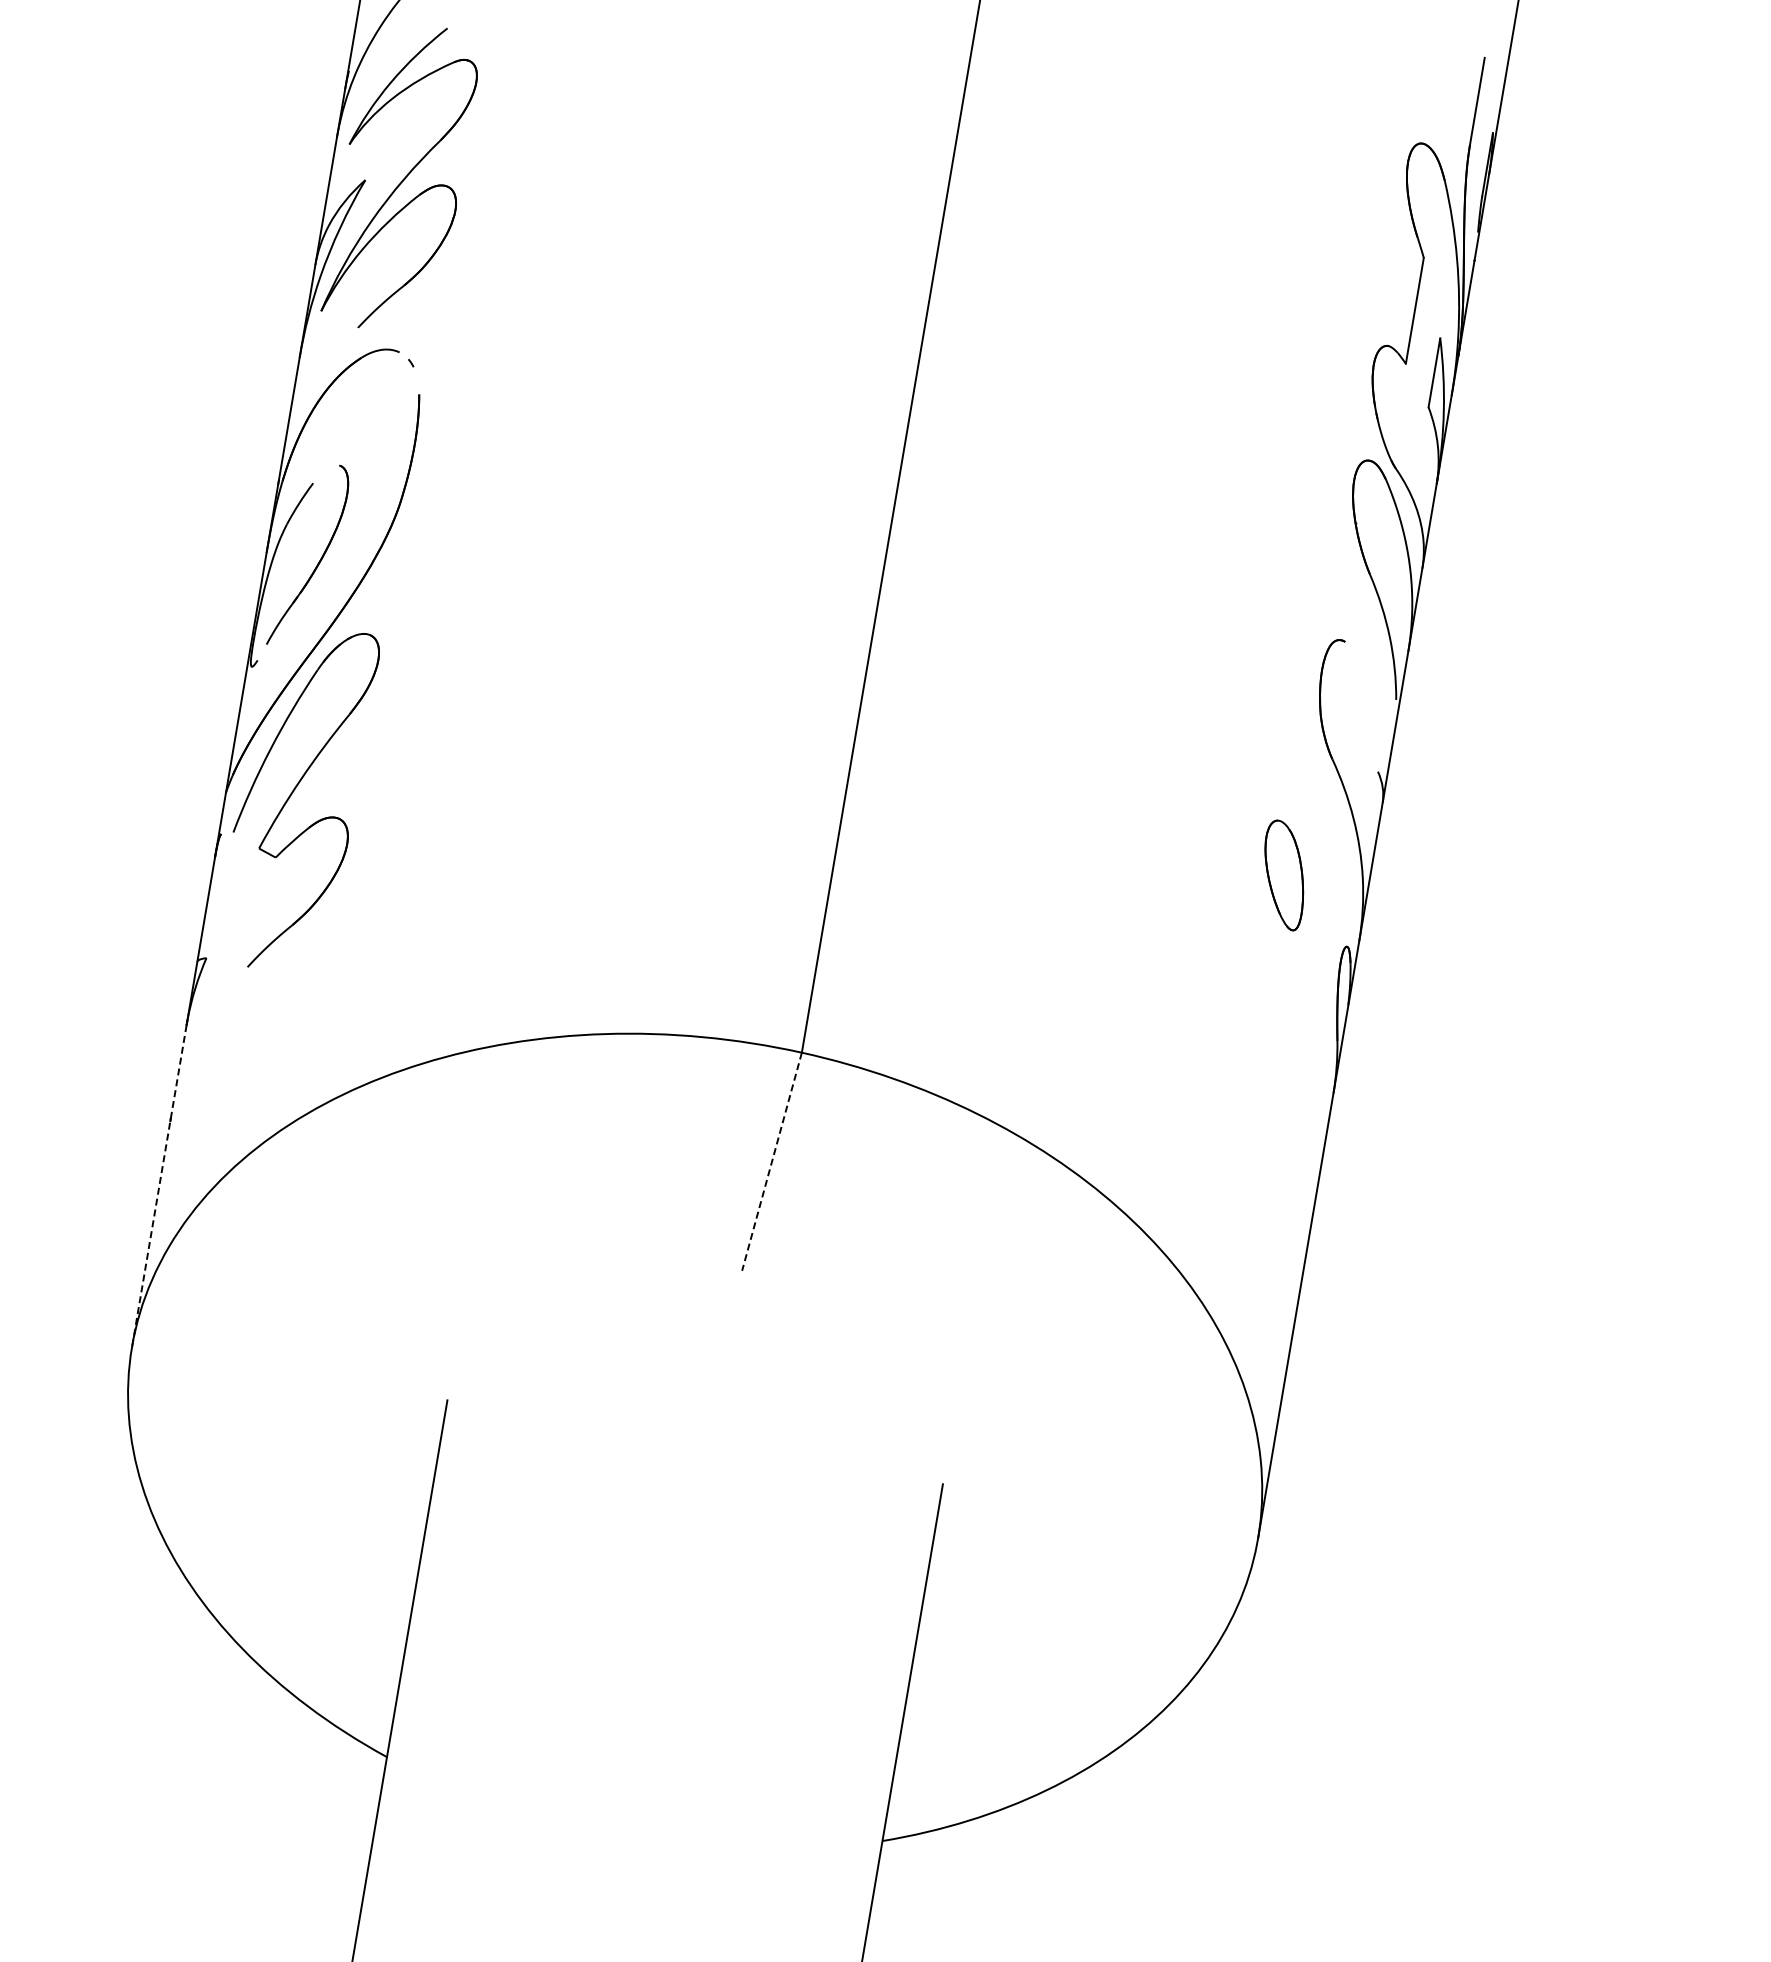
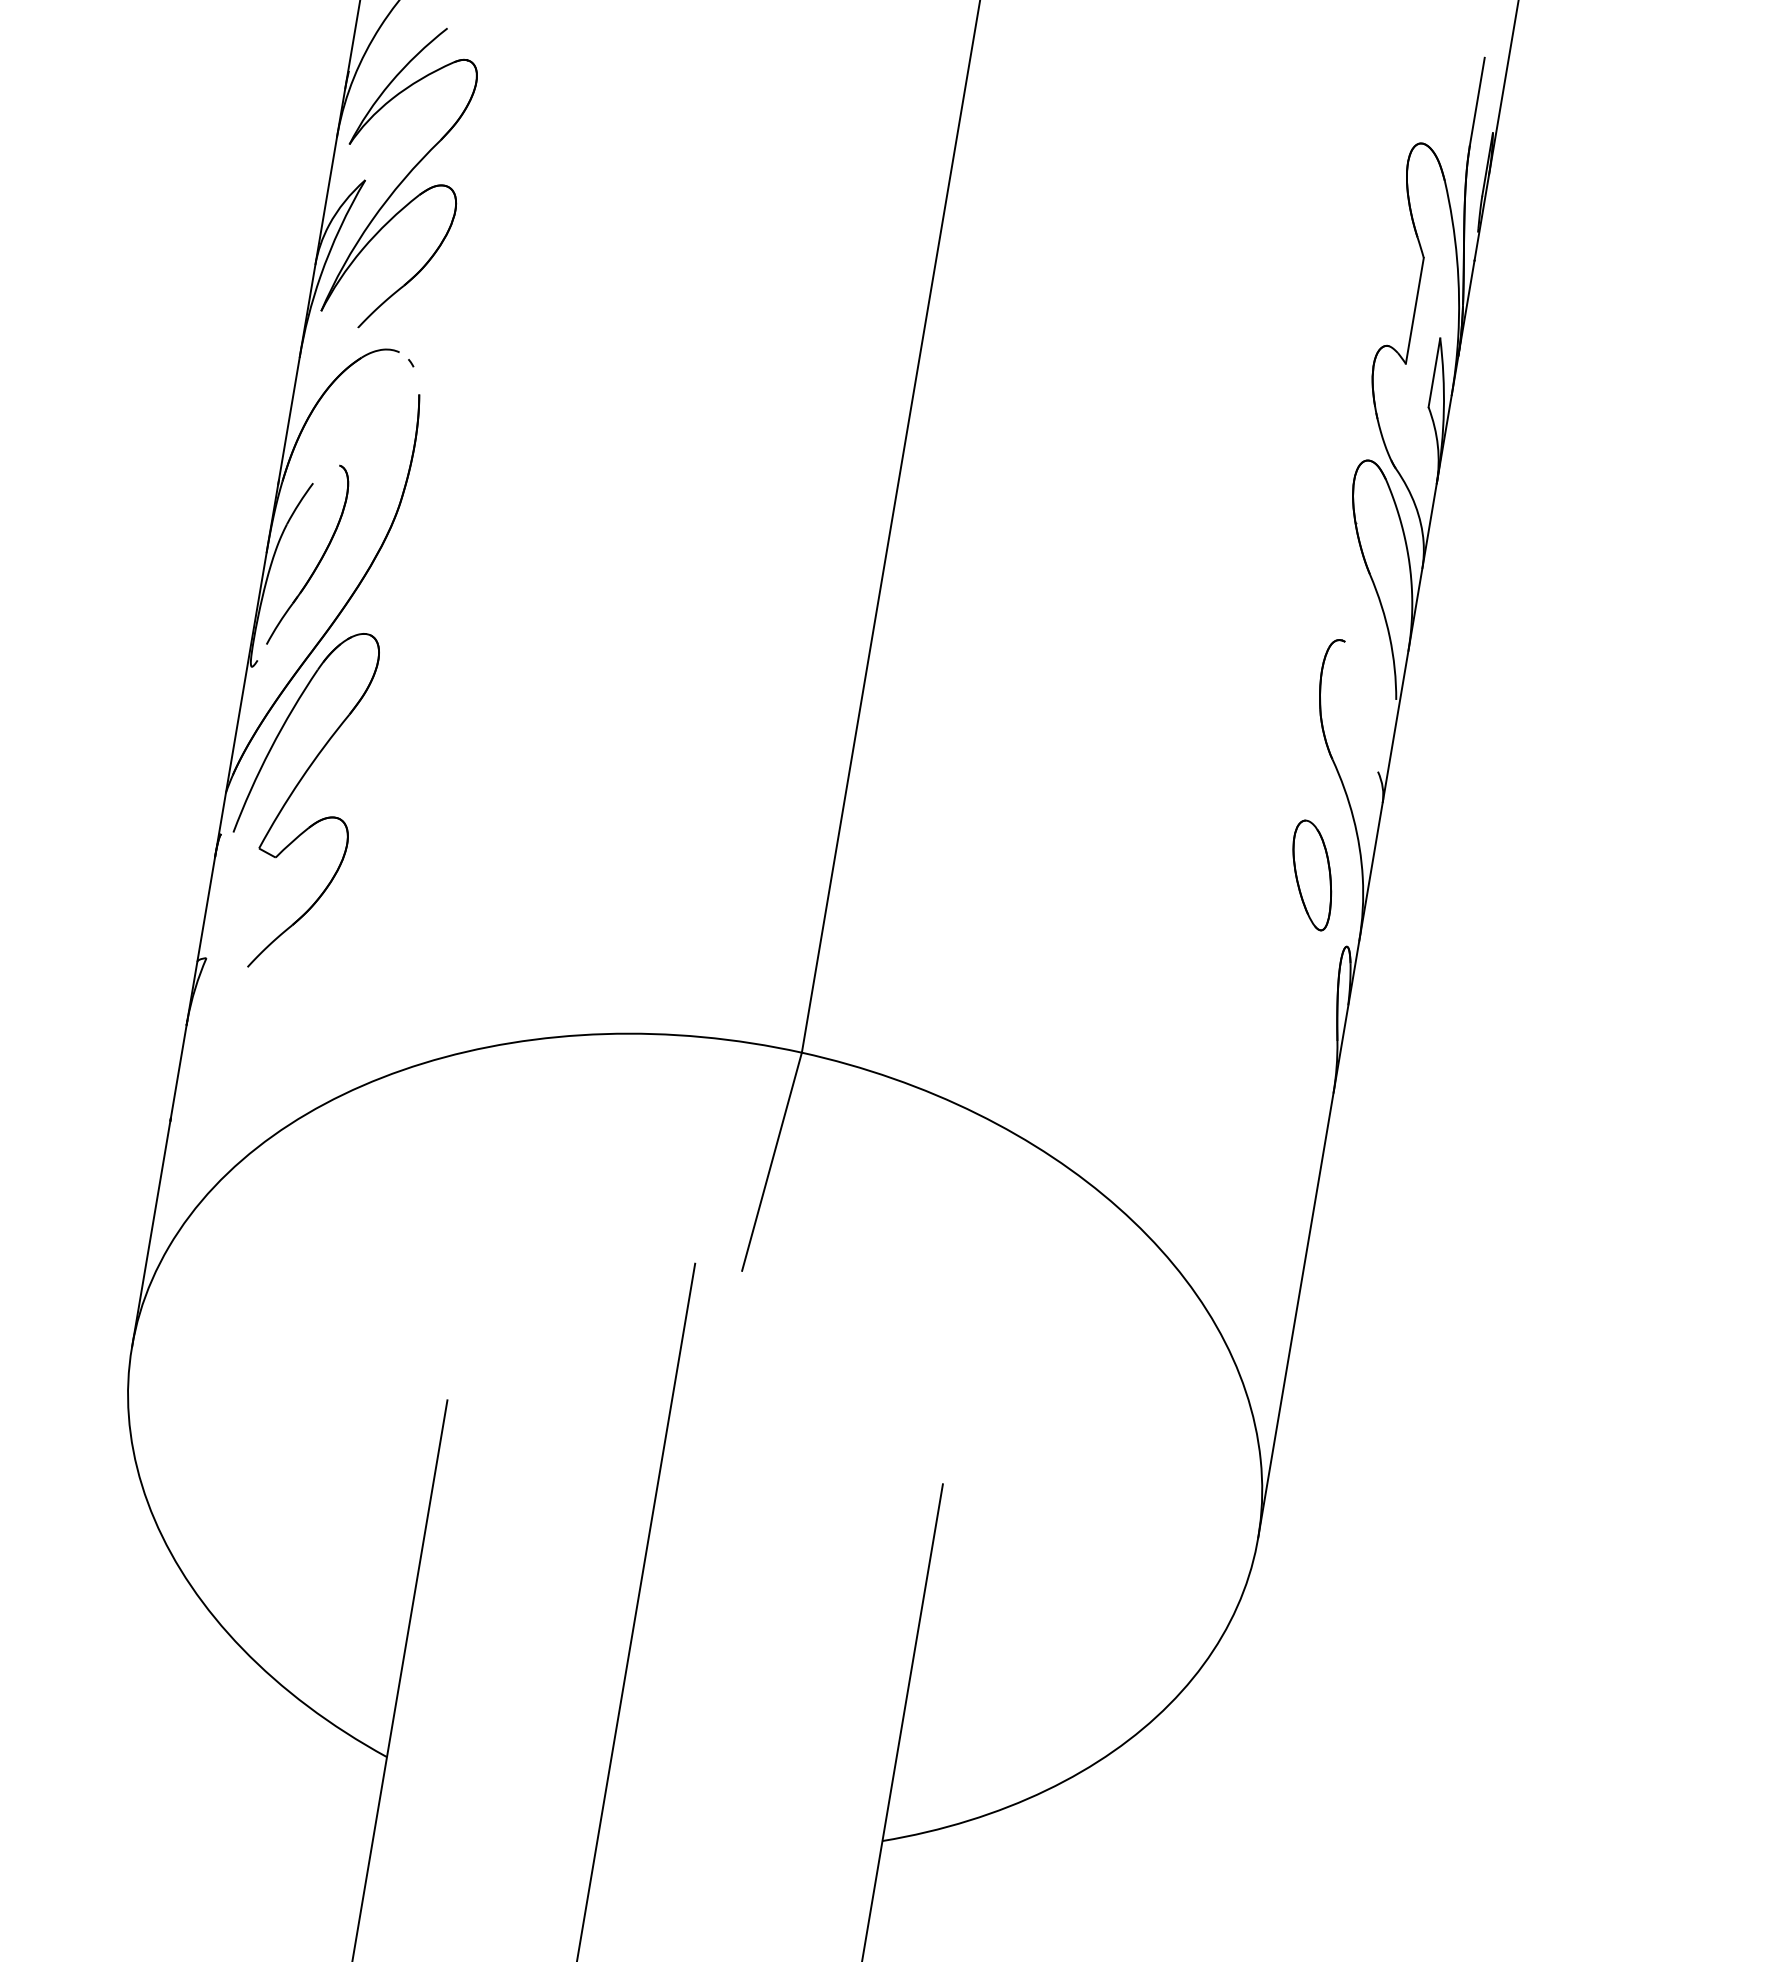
part at (1284, 875) position: (1284, 875) -> (1312, 875)
line at (771, 1162): dashed -> solid
line at (159, 1186): dashed -> solid
line at (636, 1610): none -> present
